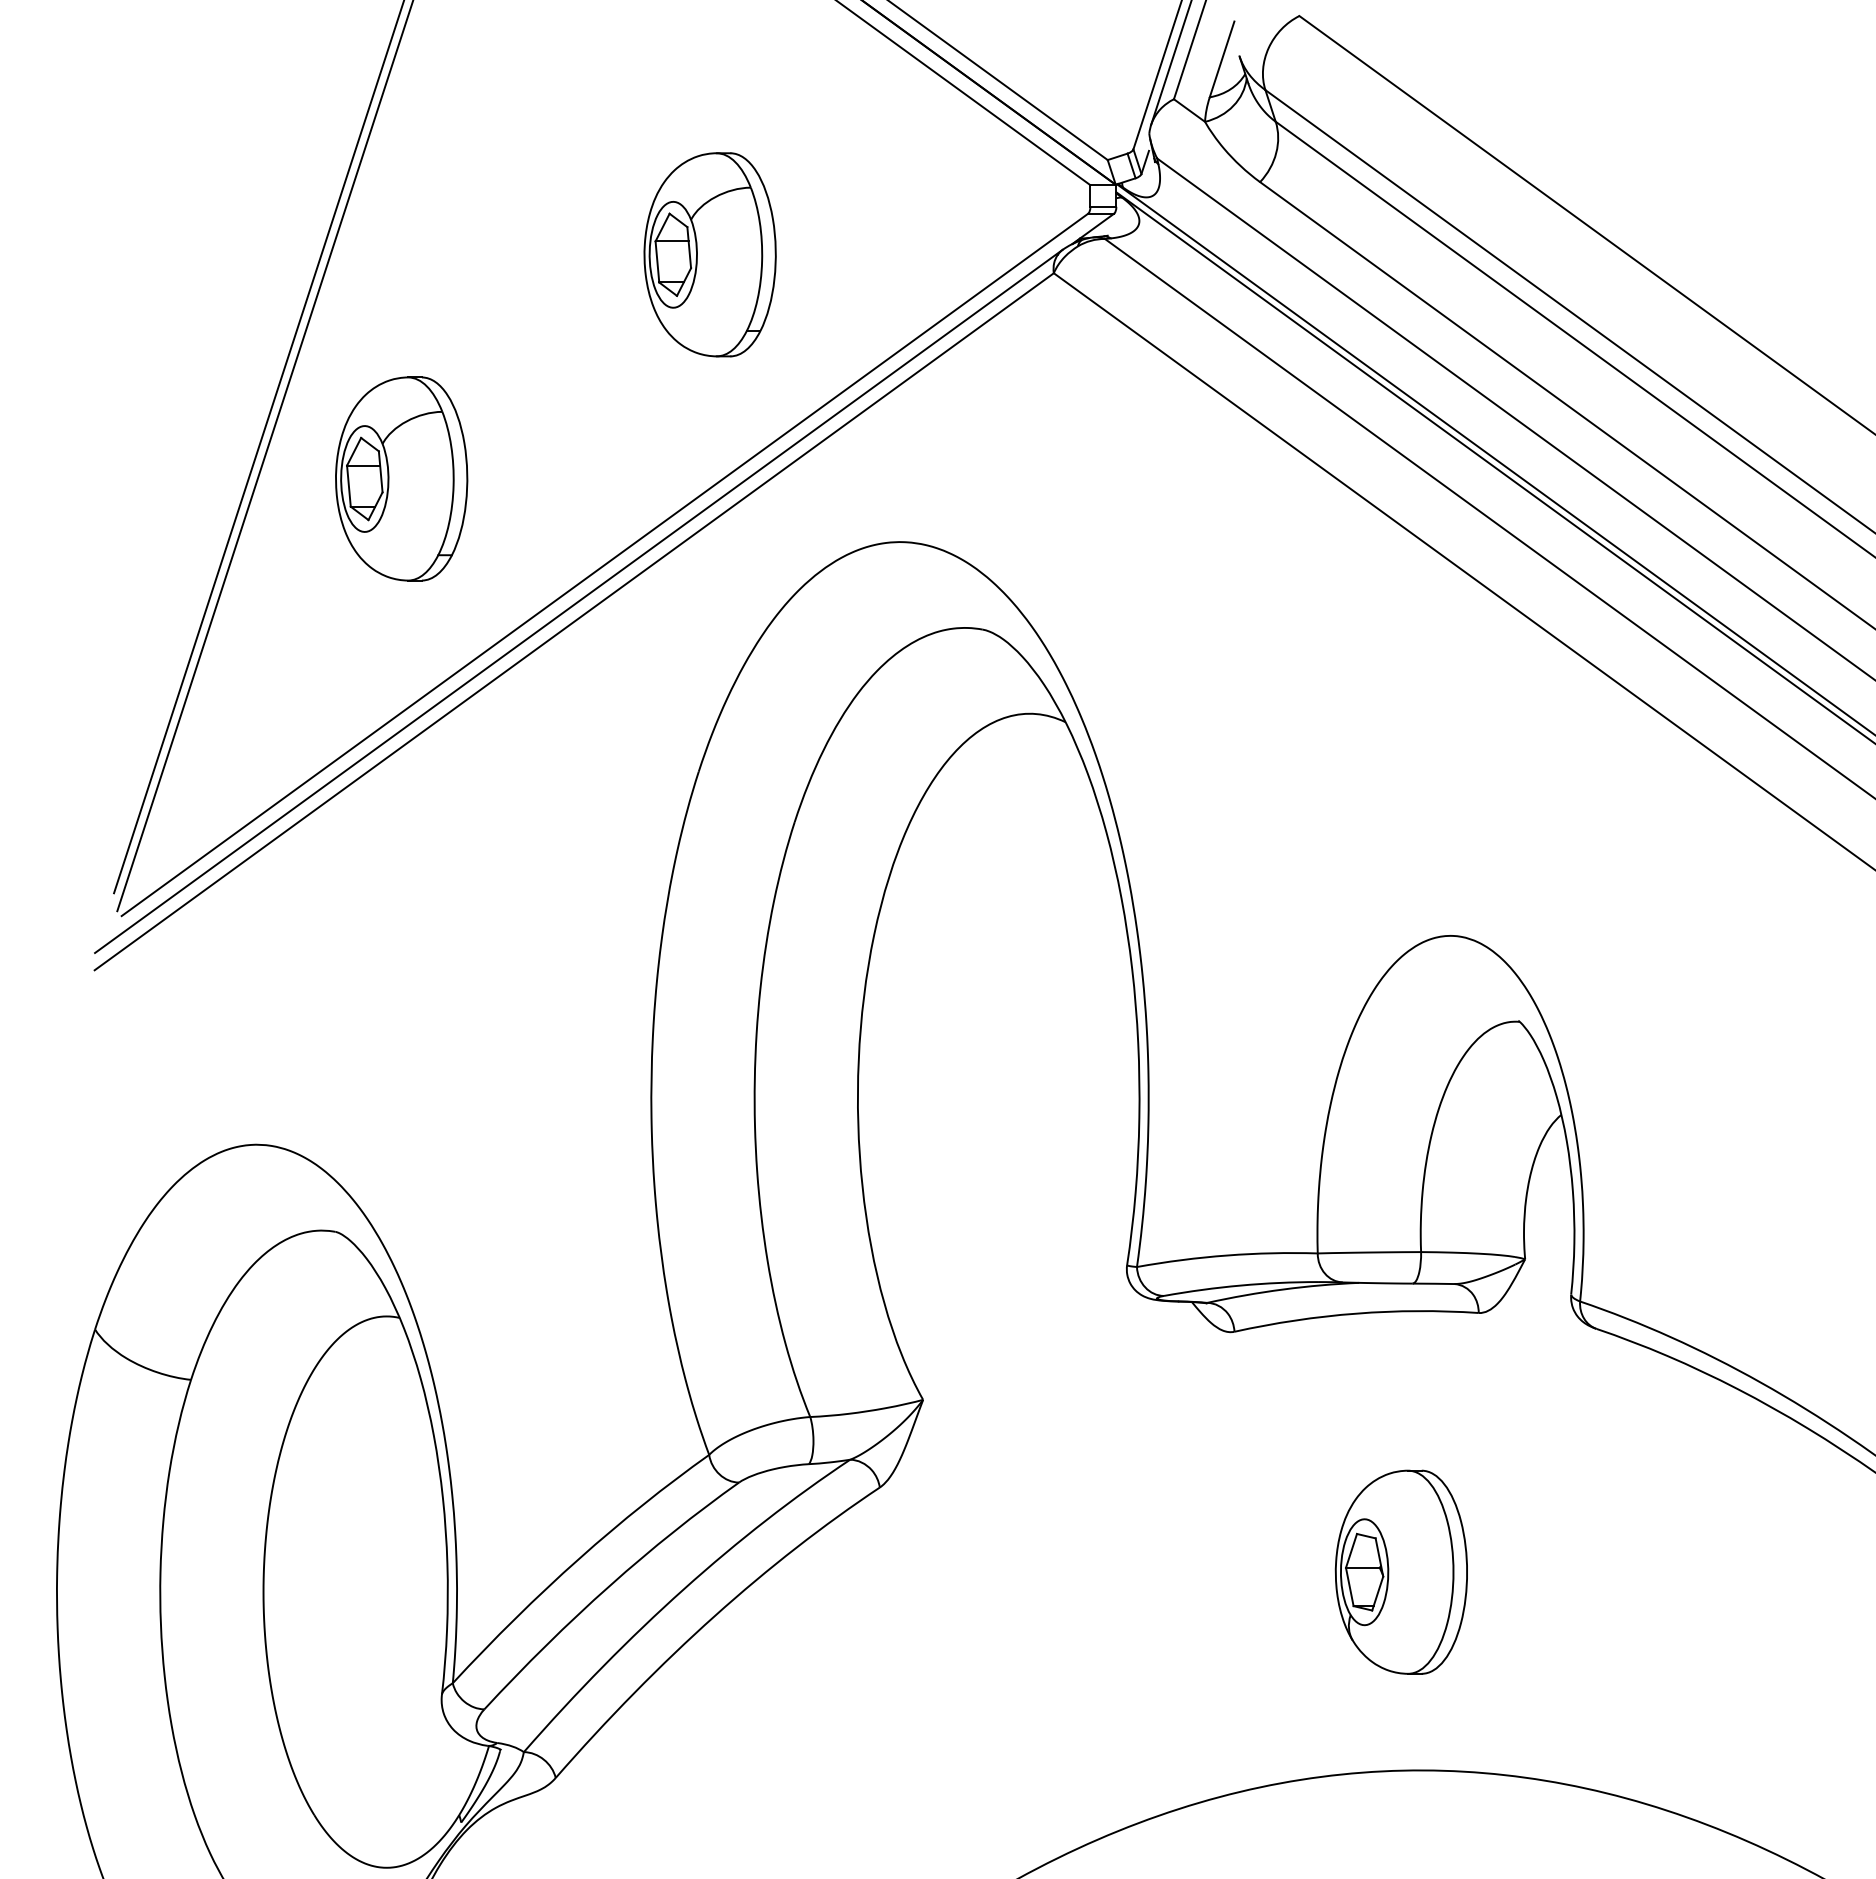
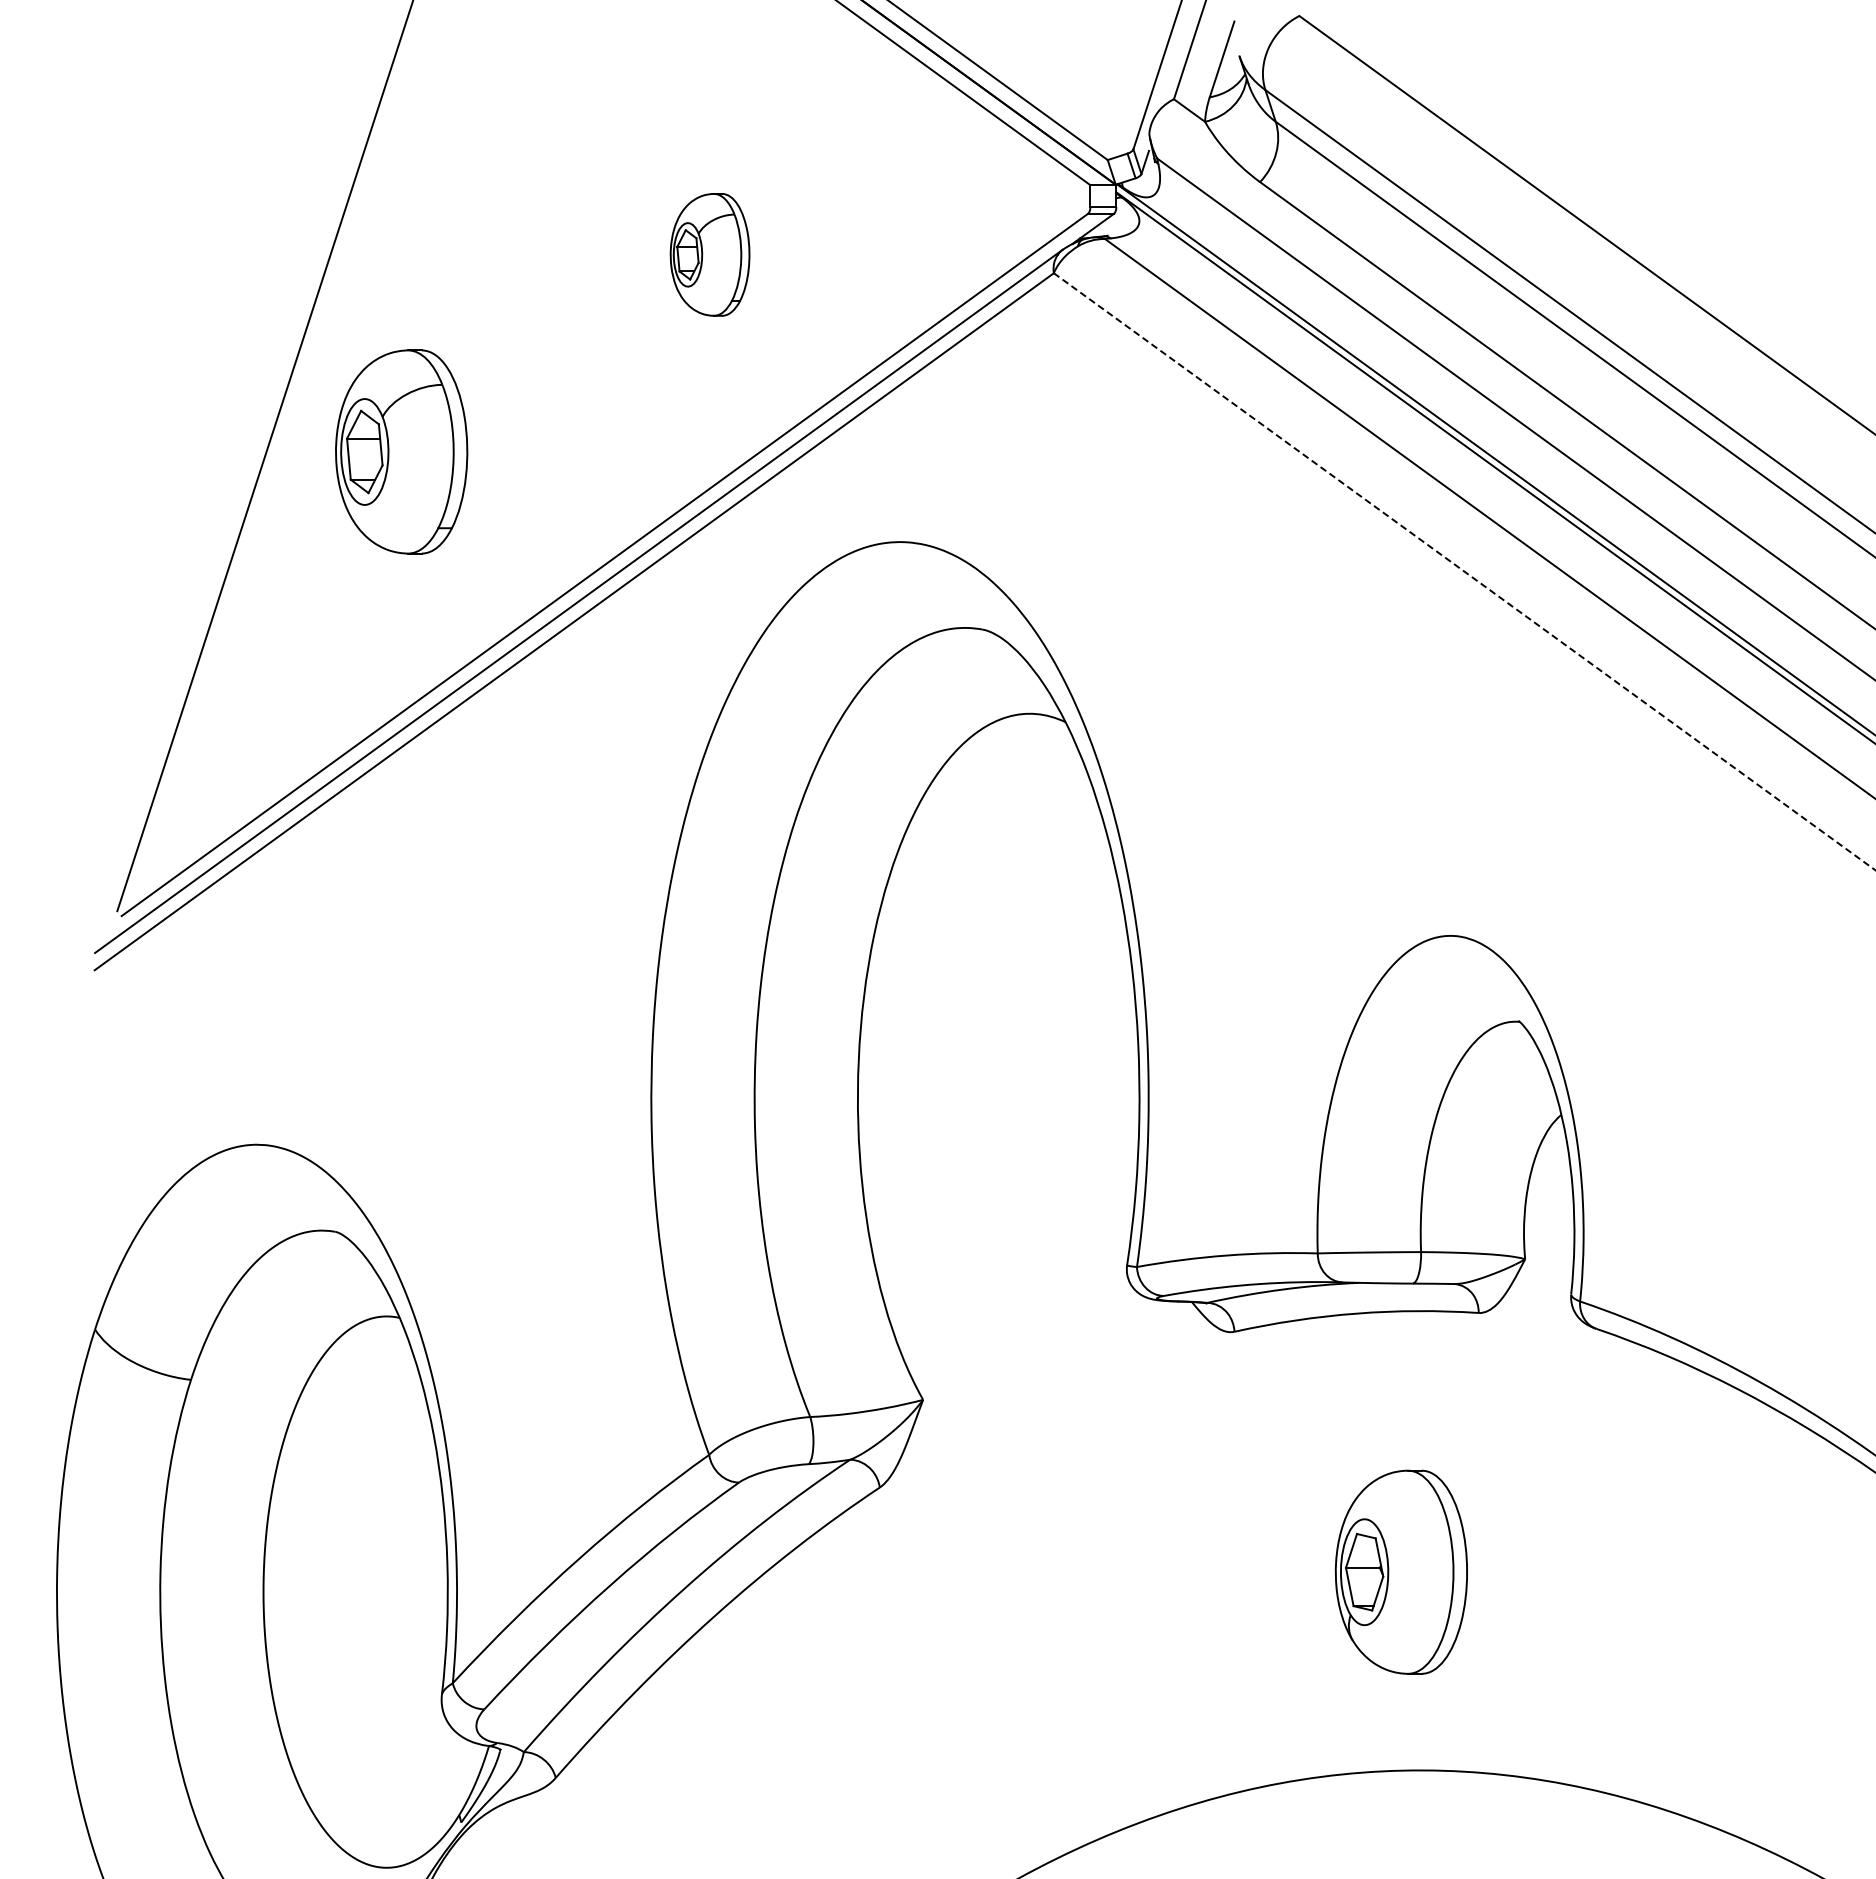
line at (1171, 63): present -> none
part at (709, 254) size: 134x206 px -> 82x124 px
line at (258, 447): present -> none
part at (401, 478) position: (401, 478) -> (401, 451)
line at (1464, 571): solid -> dashed
